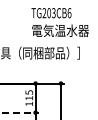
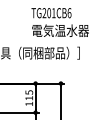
text at (53, 13): TG203CB6 -> TG201CB6
line at (19, 112): dashed -> solid
